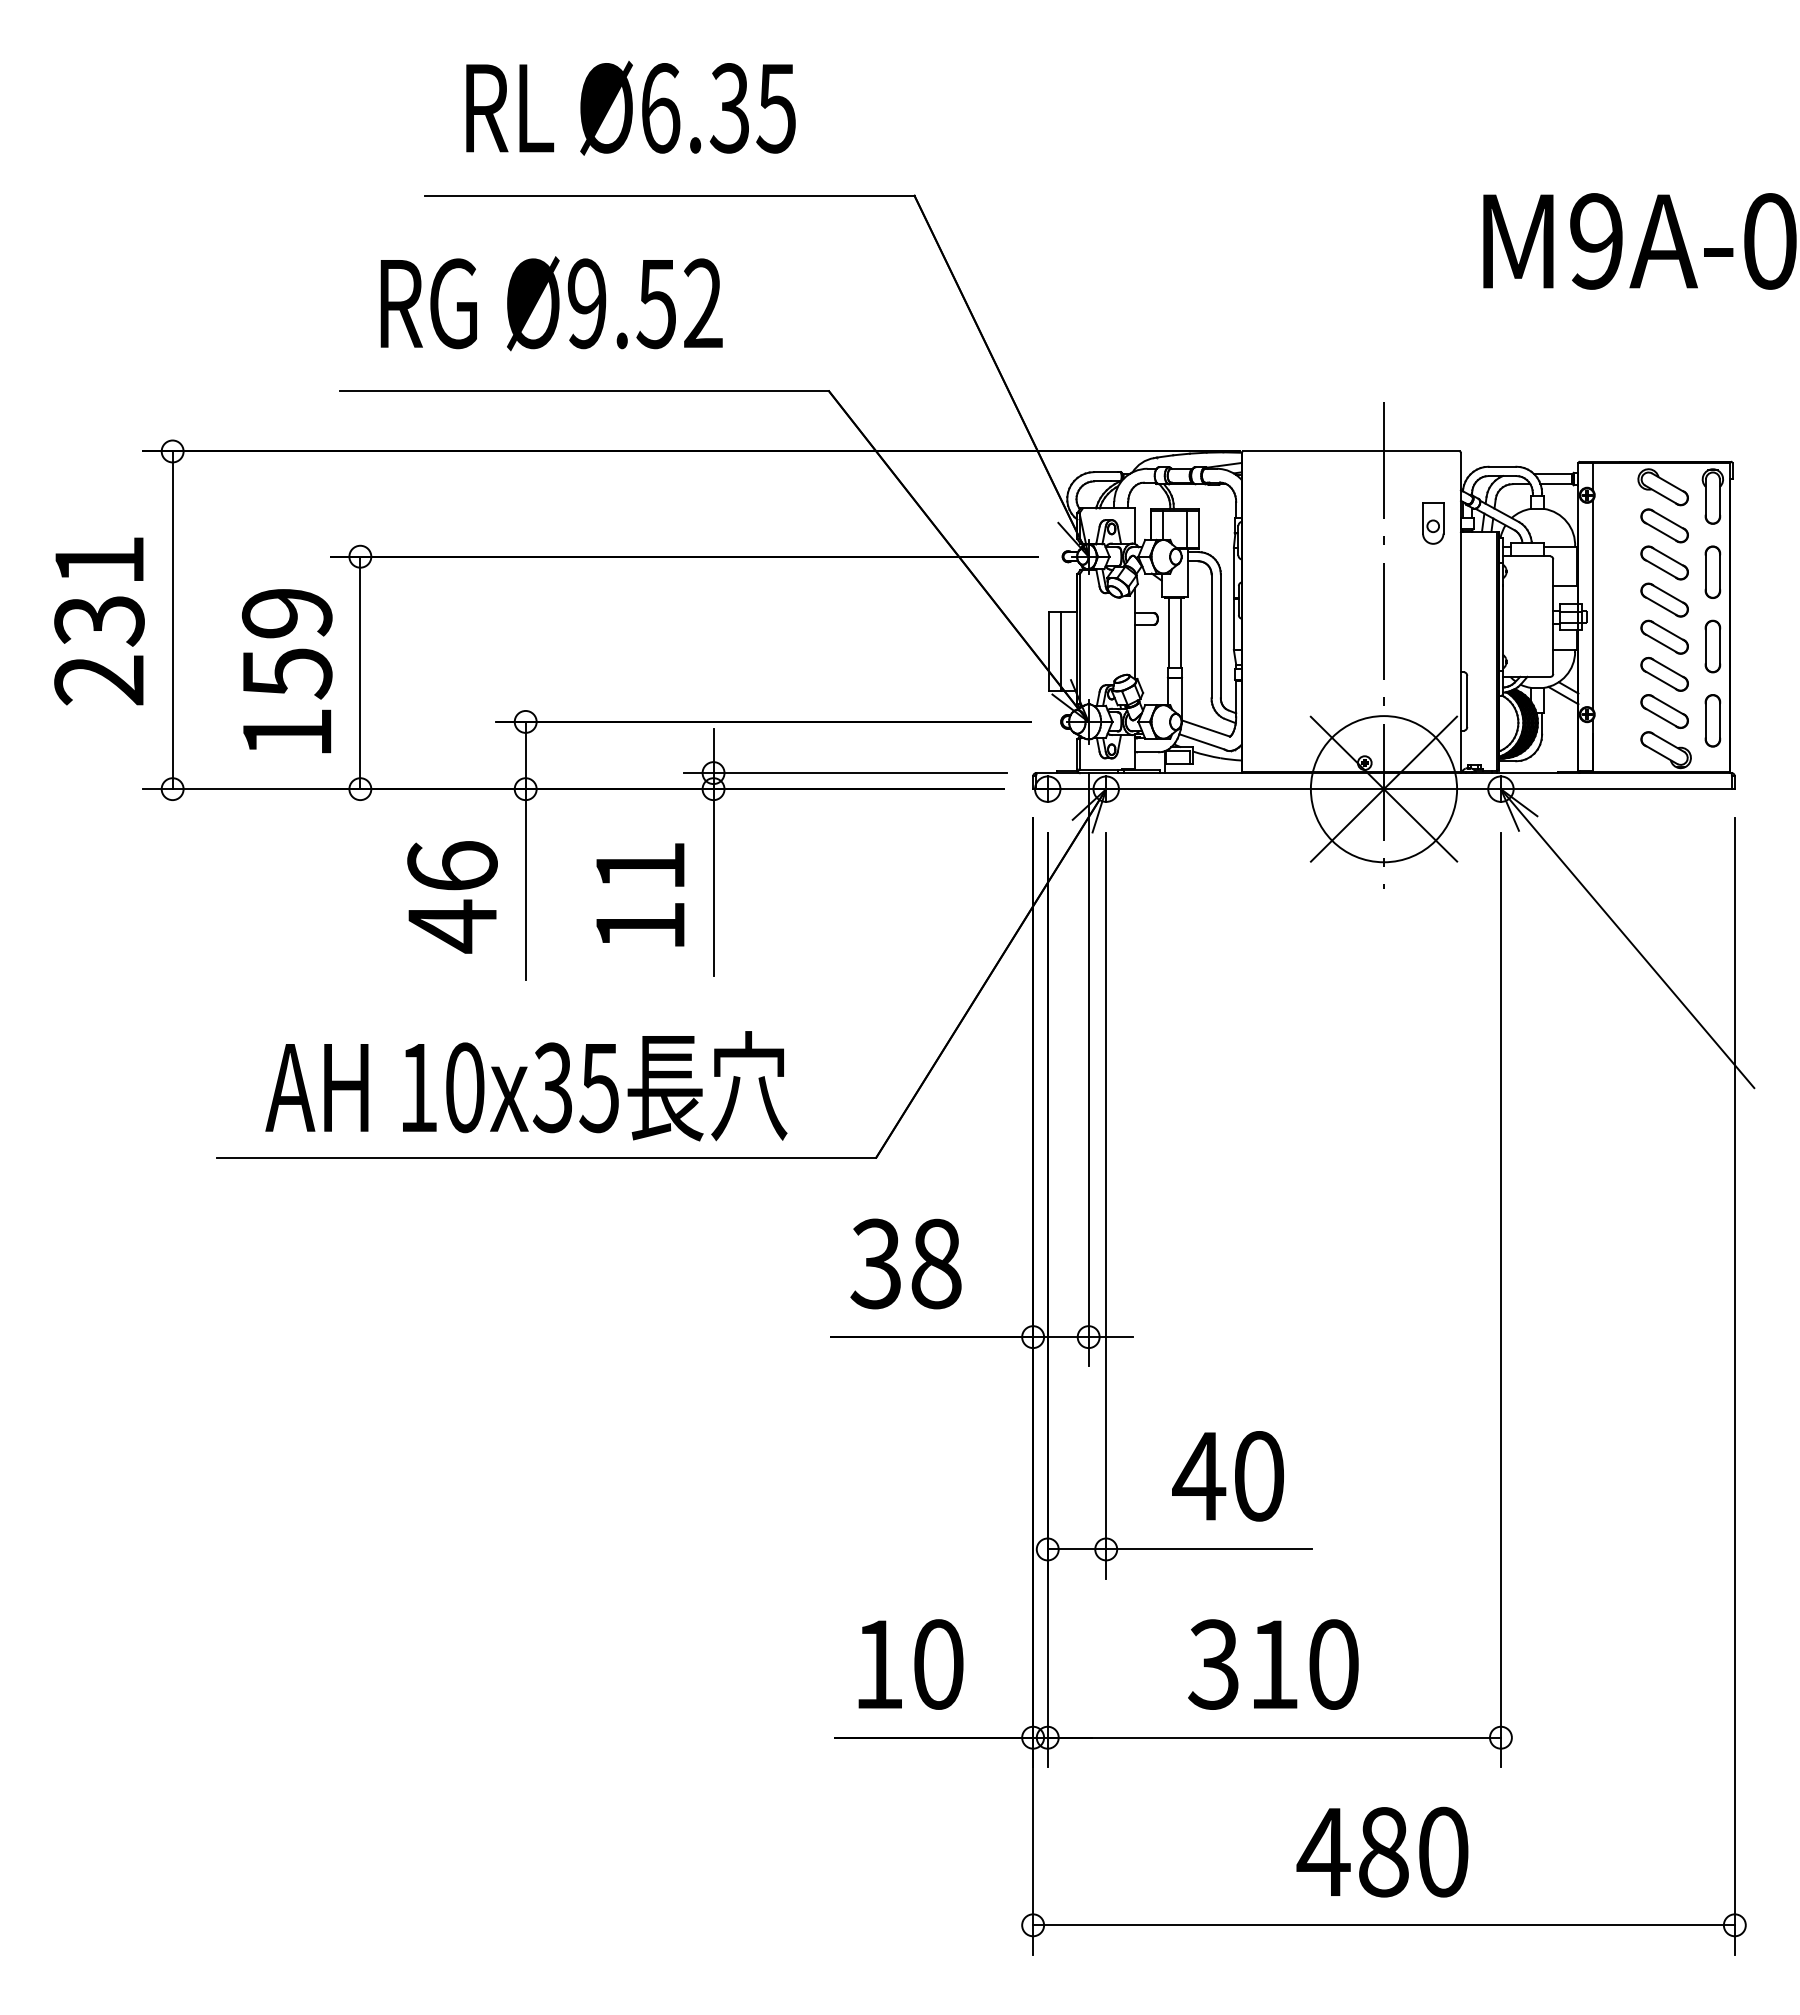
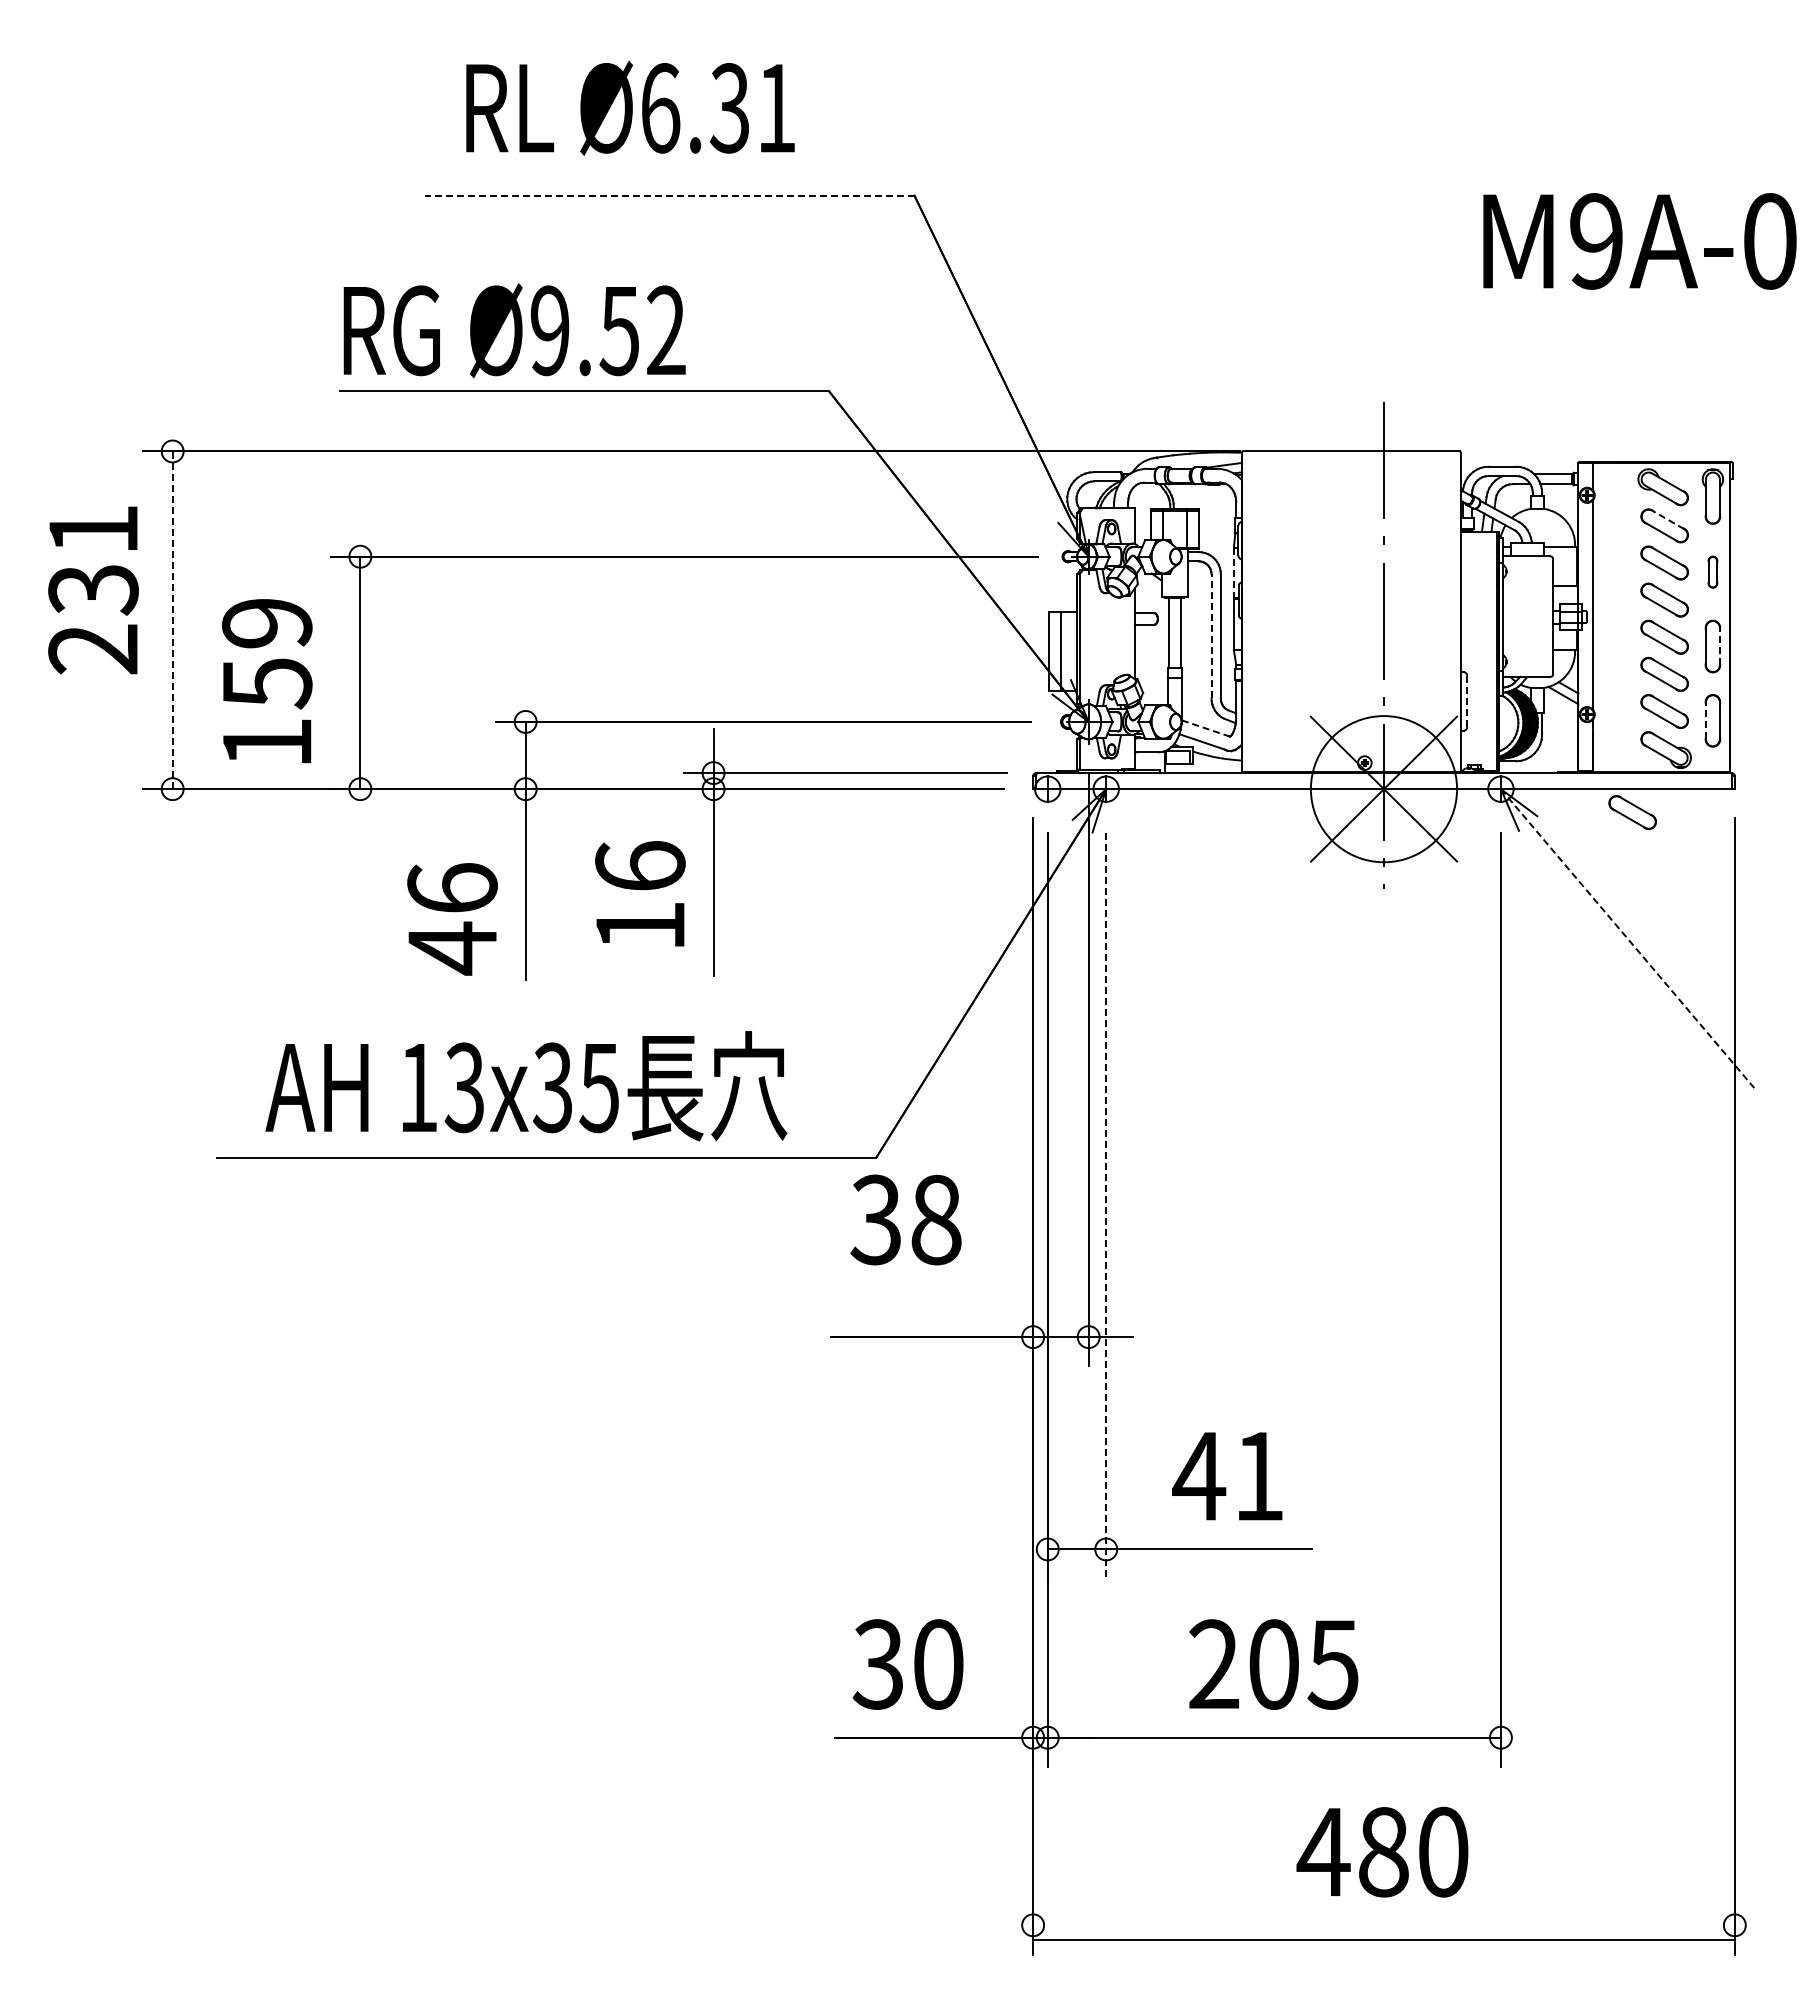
text at (775, 108): Ø6.35 -> Ø6.31
line at (669, 195): solid -> dashed
text at (551, 303) position: (551, 303) -> (514, 330)
line at (1668, 519): solid -> dashed
part at (1433, 523): present -> none
part at (1712, 571) size: 18x54 px -> 12x34 px
line at (1233, 573): solid -> dashed
line at (172, 620): solid -> dashed
text at (99, 621) position: (99, 621) -> (93, 590)
line at (1211, 635): solid -> dashed
line at (1719, 646): solid -> dashed
text at (286, 671) position: (286, 671) -> (266, 681)
line at (1467, 701): solid -> dashed
line at (1705, 720): solid -> dashed
line at (1206, 728): solid -> dashed
part at (1632, 812): none -> present
text at (640, 865): 11 -> 16
text at (452, 897) position: (452, 897) -> (452, 919)
line at (1627, 938): solid -> dashed
text at (464, 1087): 10x35 -> 13x35
line at (1106, 1206): solid -> dashed
text at (905, 1263) position: (905, 1263) -> (905, 1219)
text at (1259, 1476): 40 -> 41
text at (877, 1664): 10 -> 30
text at (1273, 1664): 310 -> 205
line at (1383, 1925) position: (1383, 1925) -> (1383, 1940)
